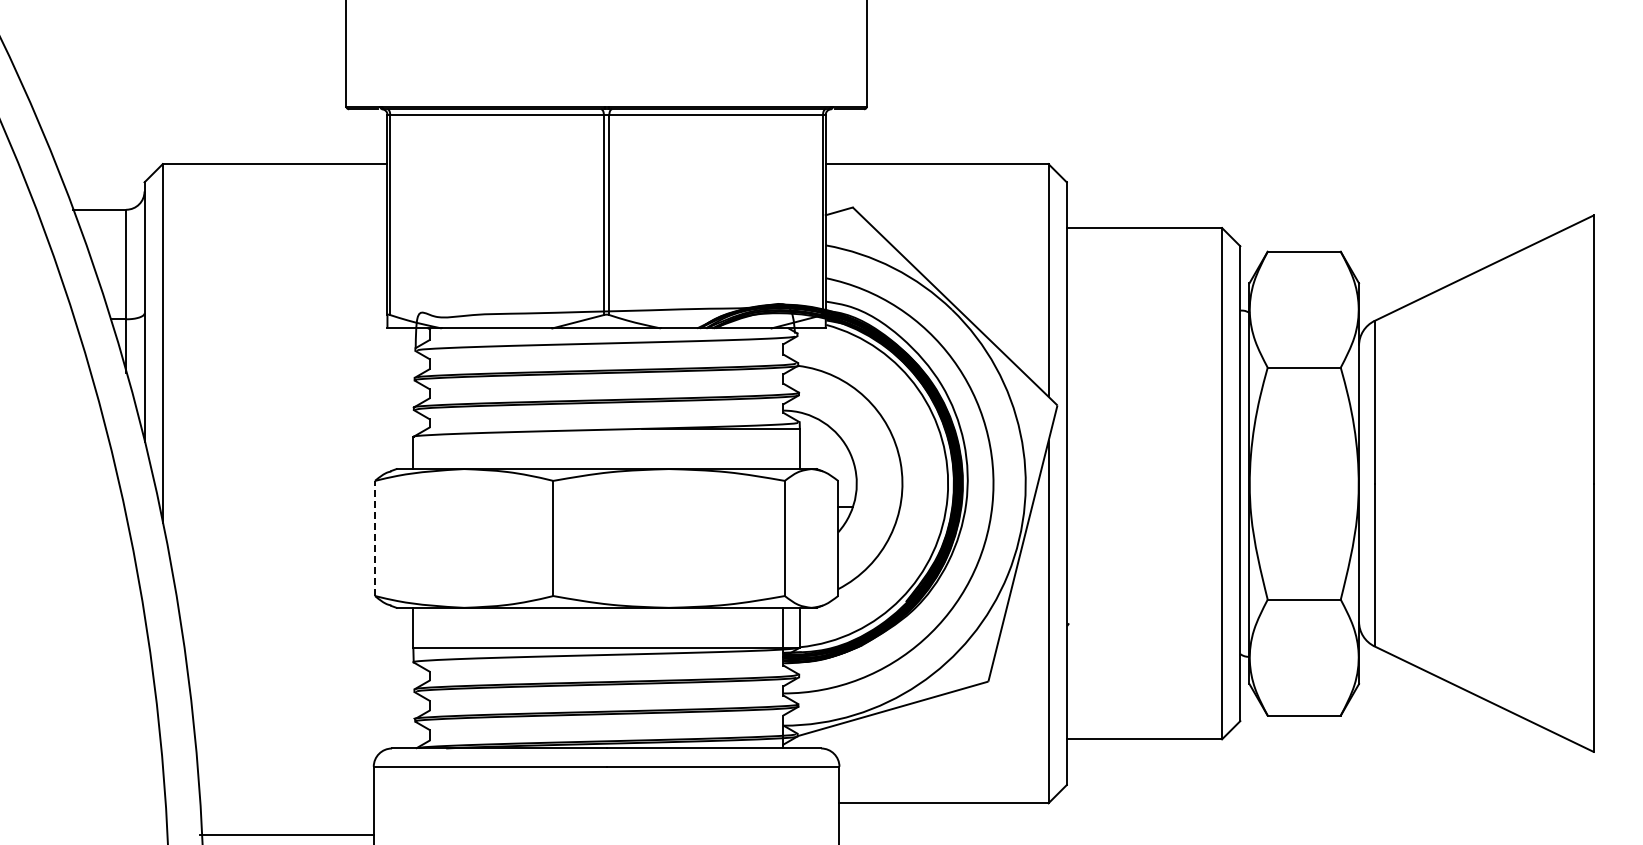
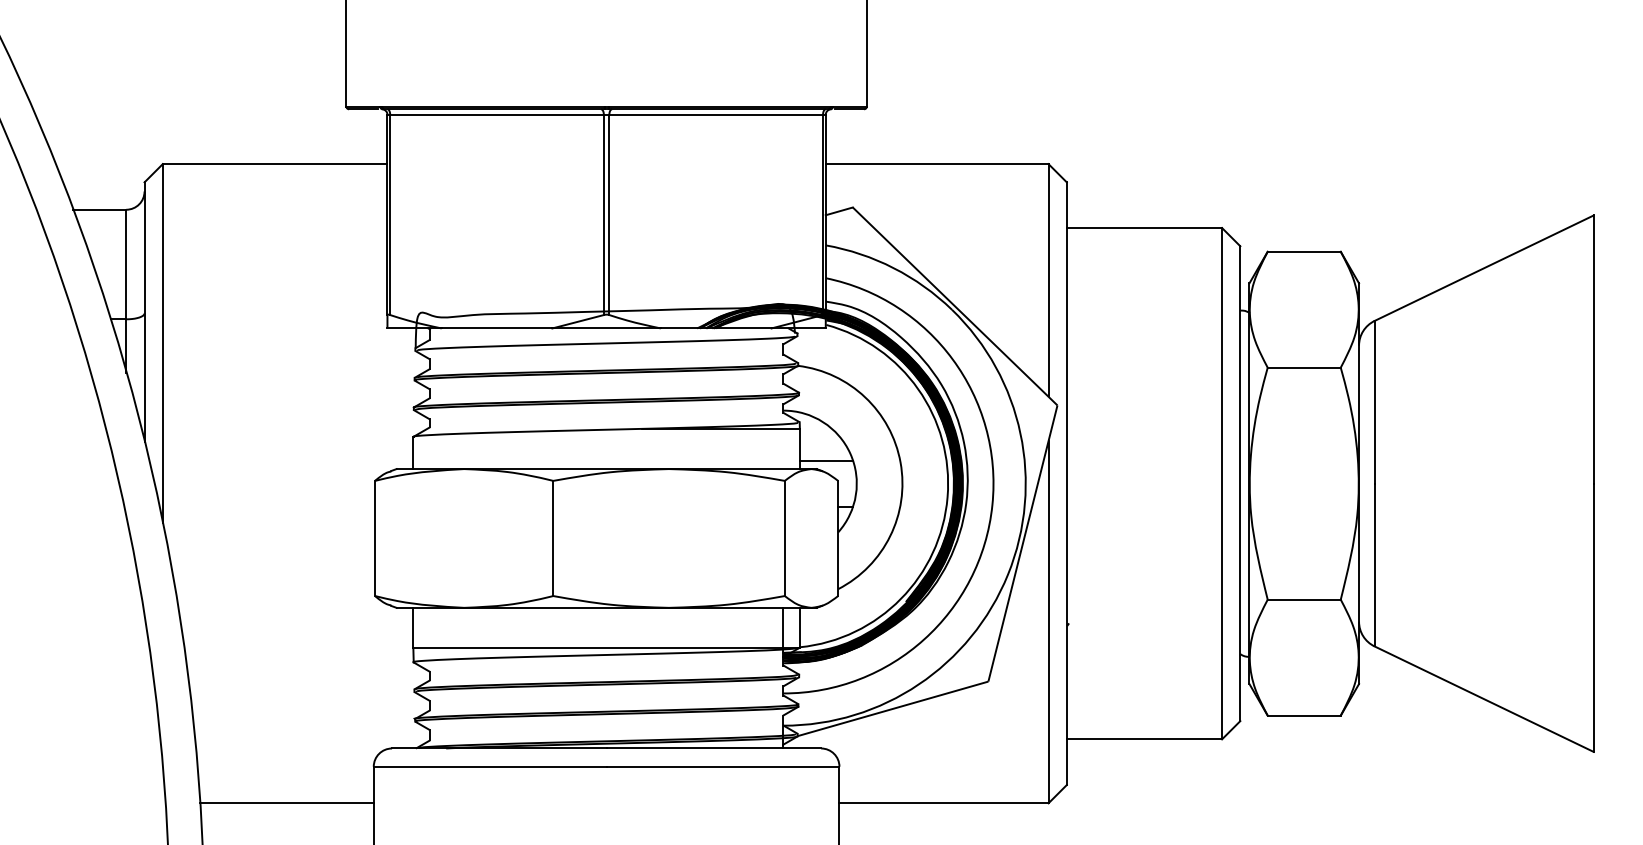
line at (826, 460): none -> present
line at (375, 538): dashed -> solid
line at (286, 835) position: (286, 835) -> (286, 803)
